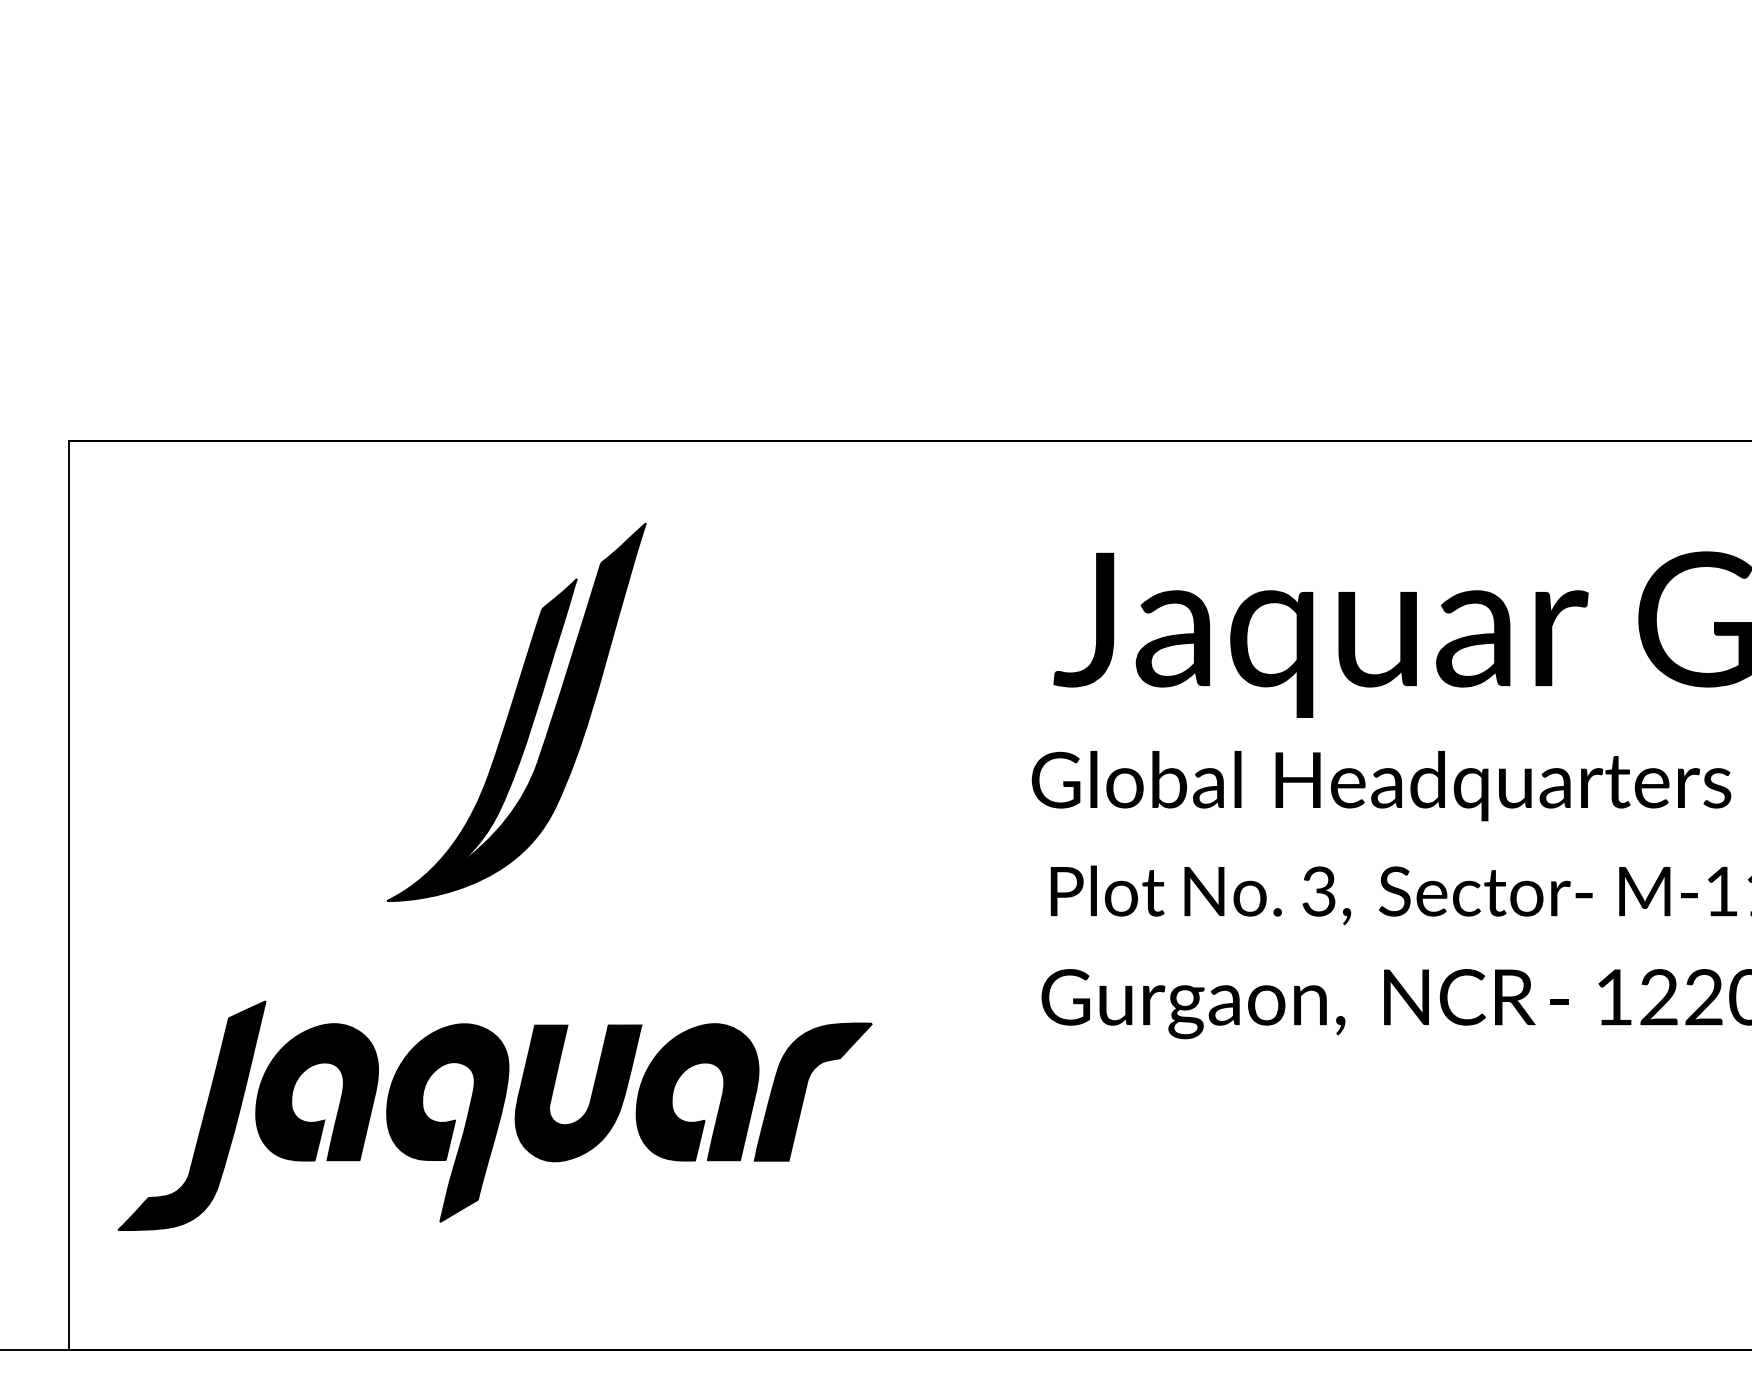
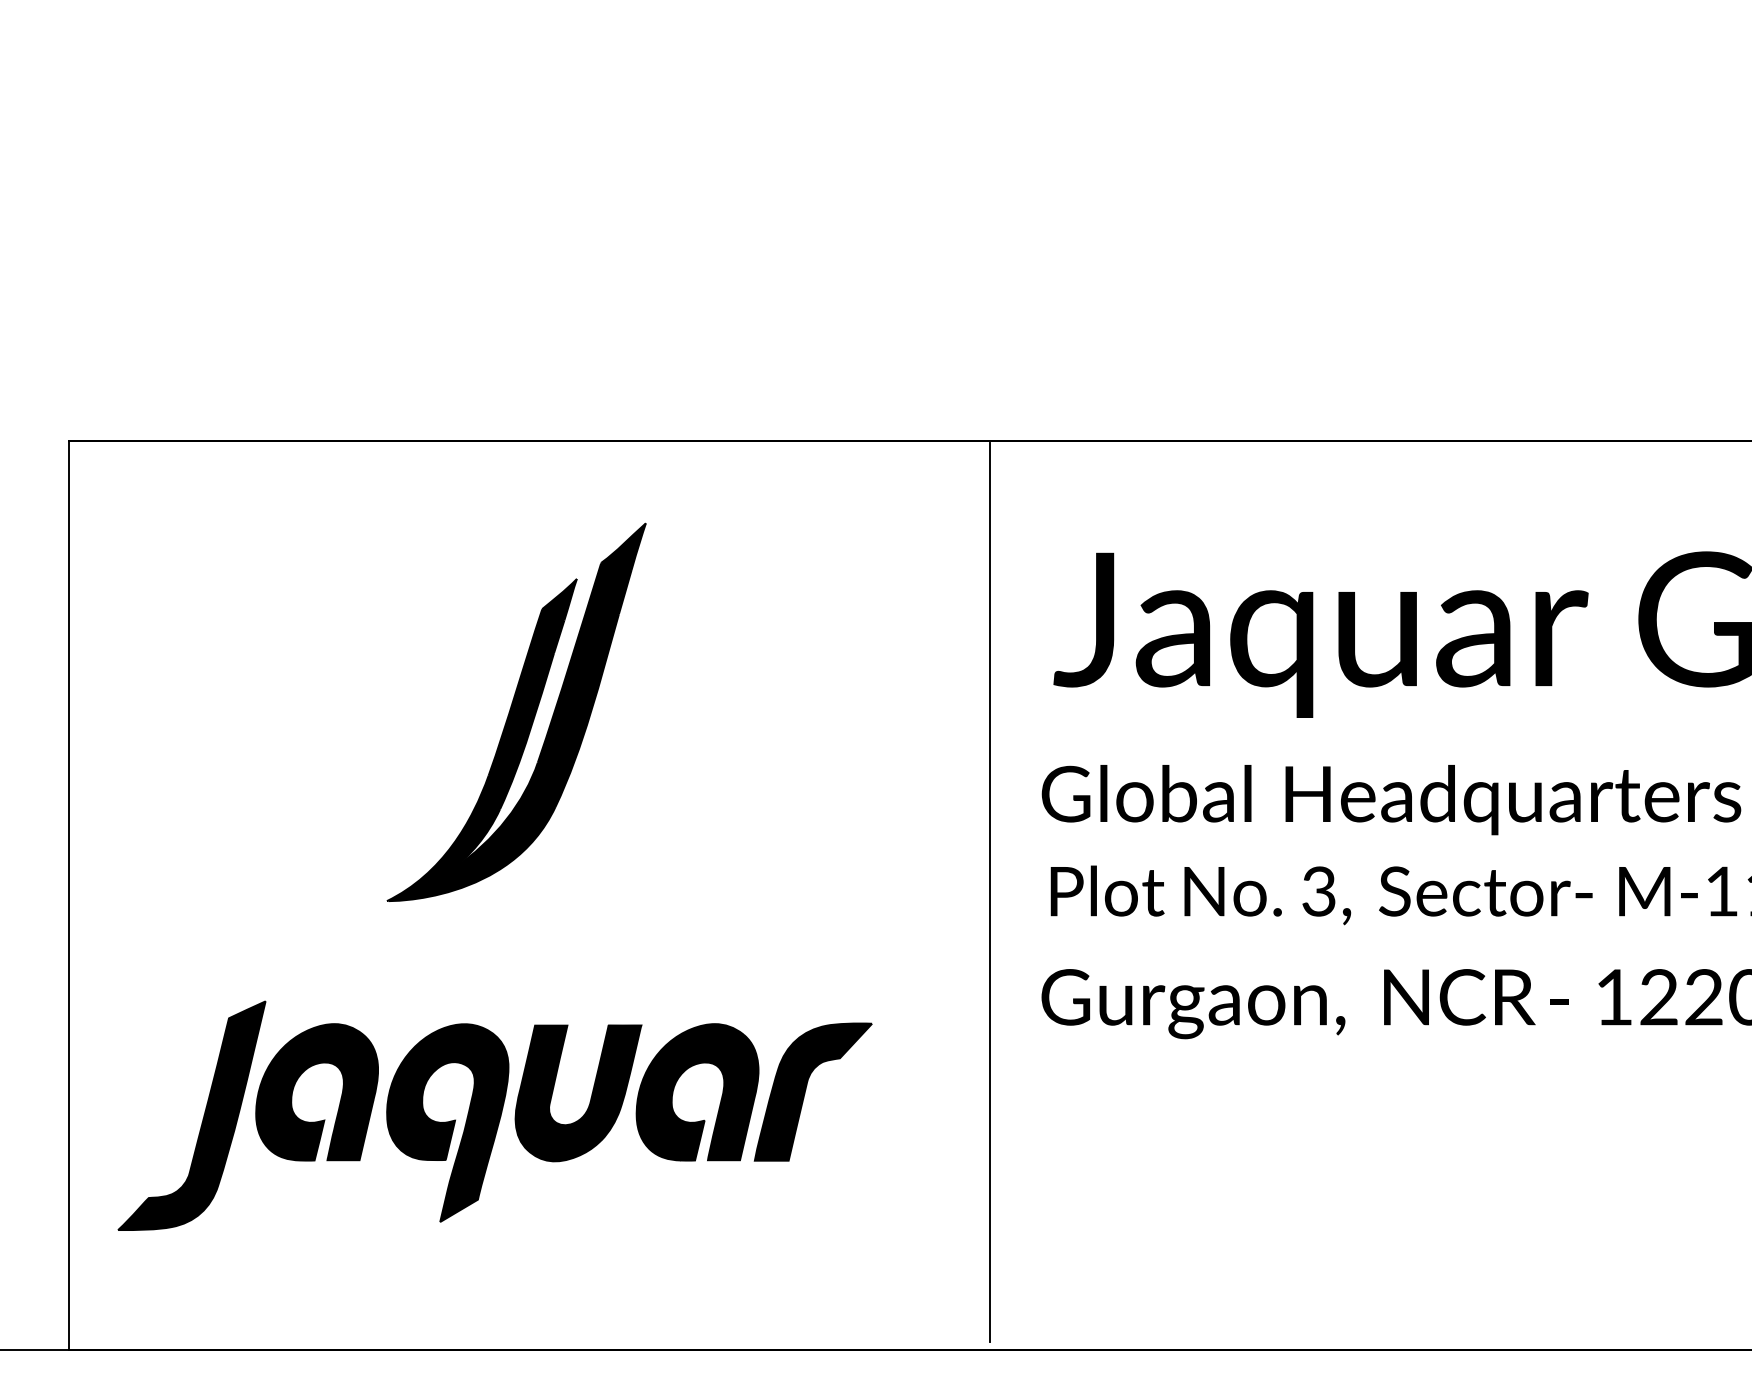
text at (1381, 786) position: (1381, 786) -> (1391, 800)
line at (989, 891): none -> present
